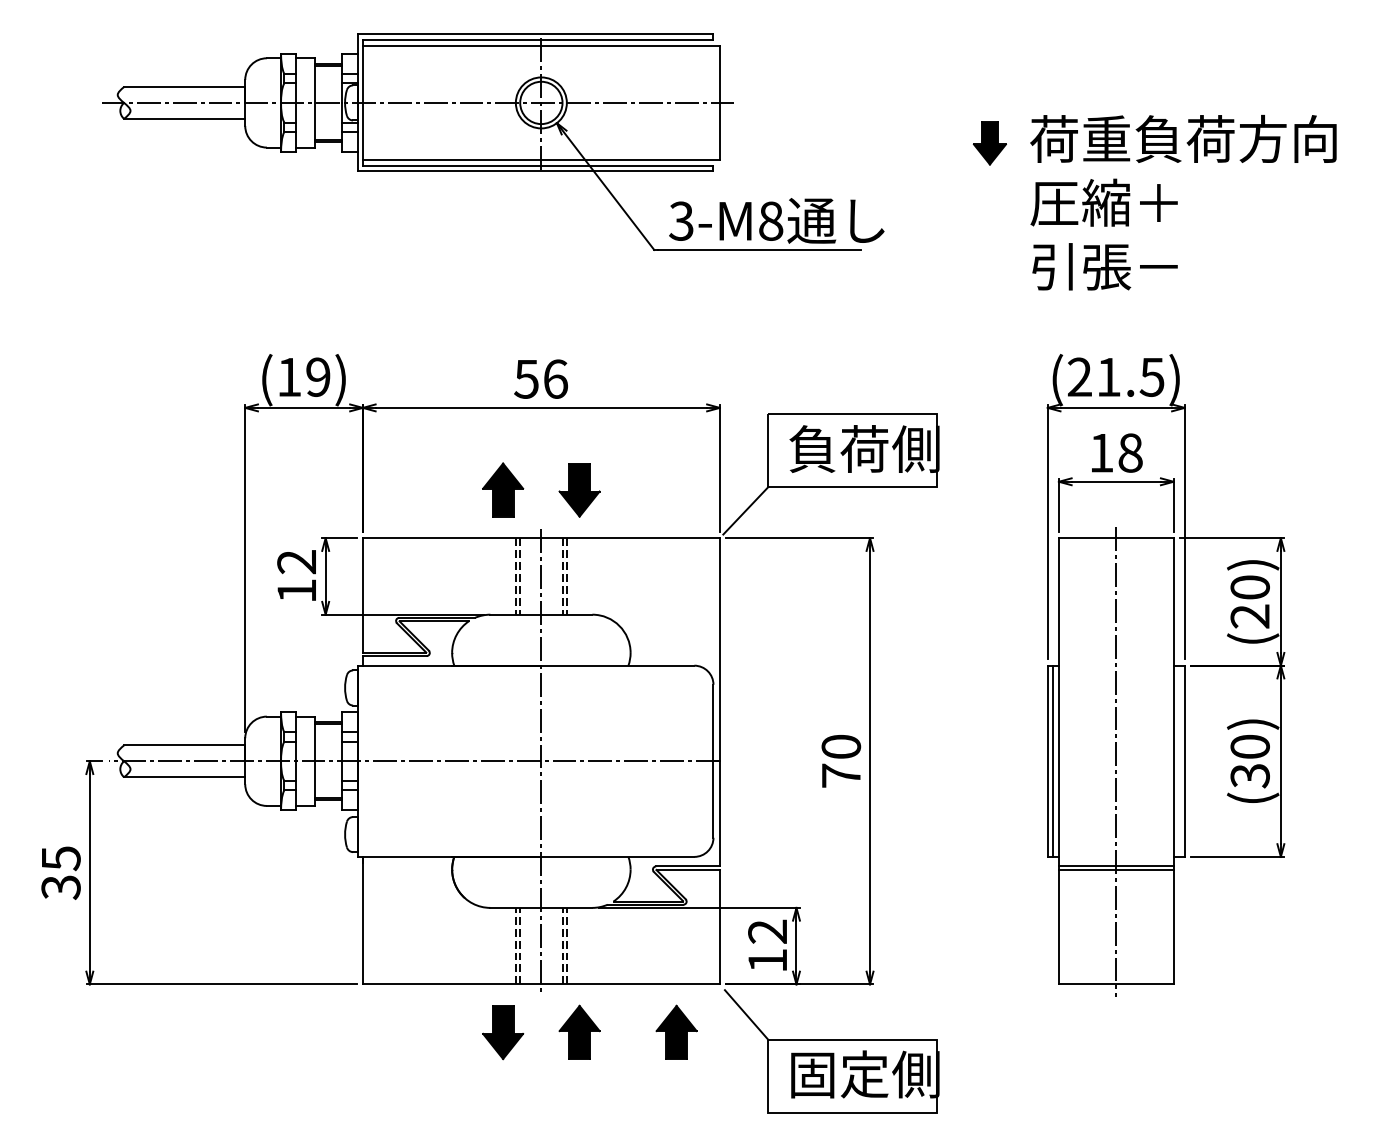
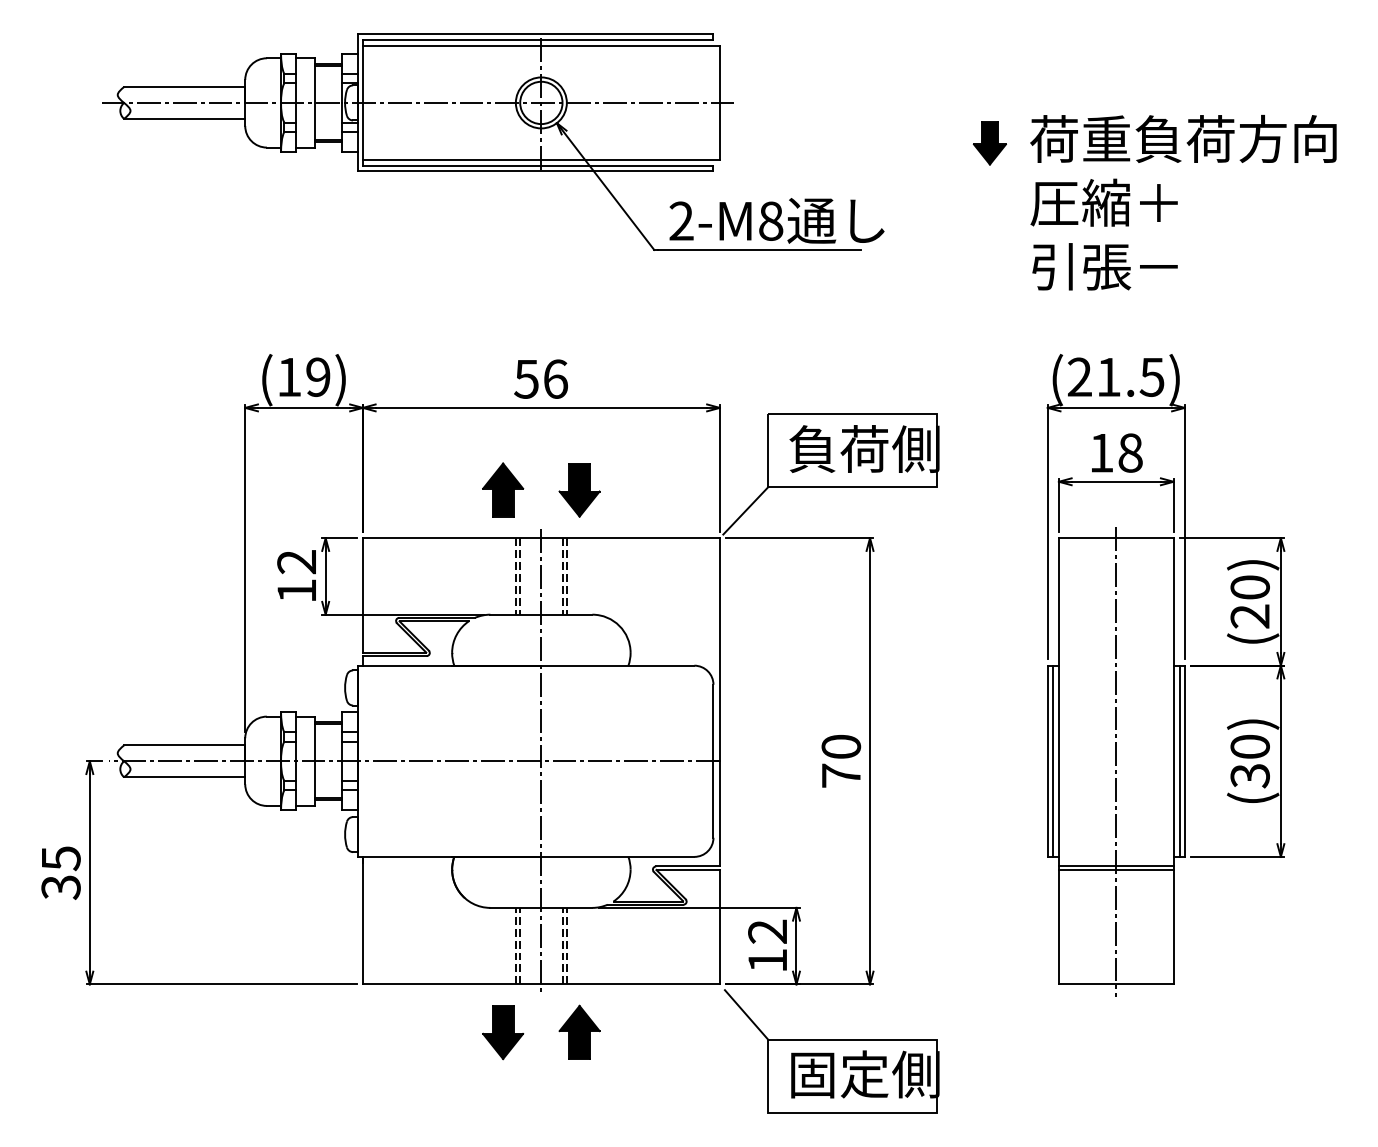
text at (681, 220): 3-M8 -> 2-M8
line at (1179, 760): none -> present
part at (676, 1031): present -> none
